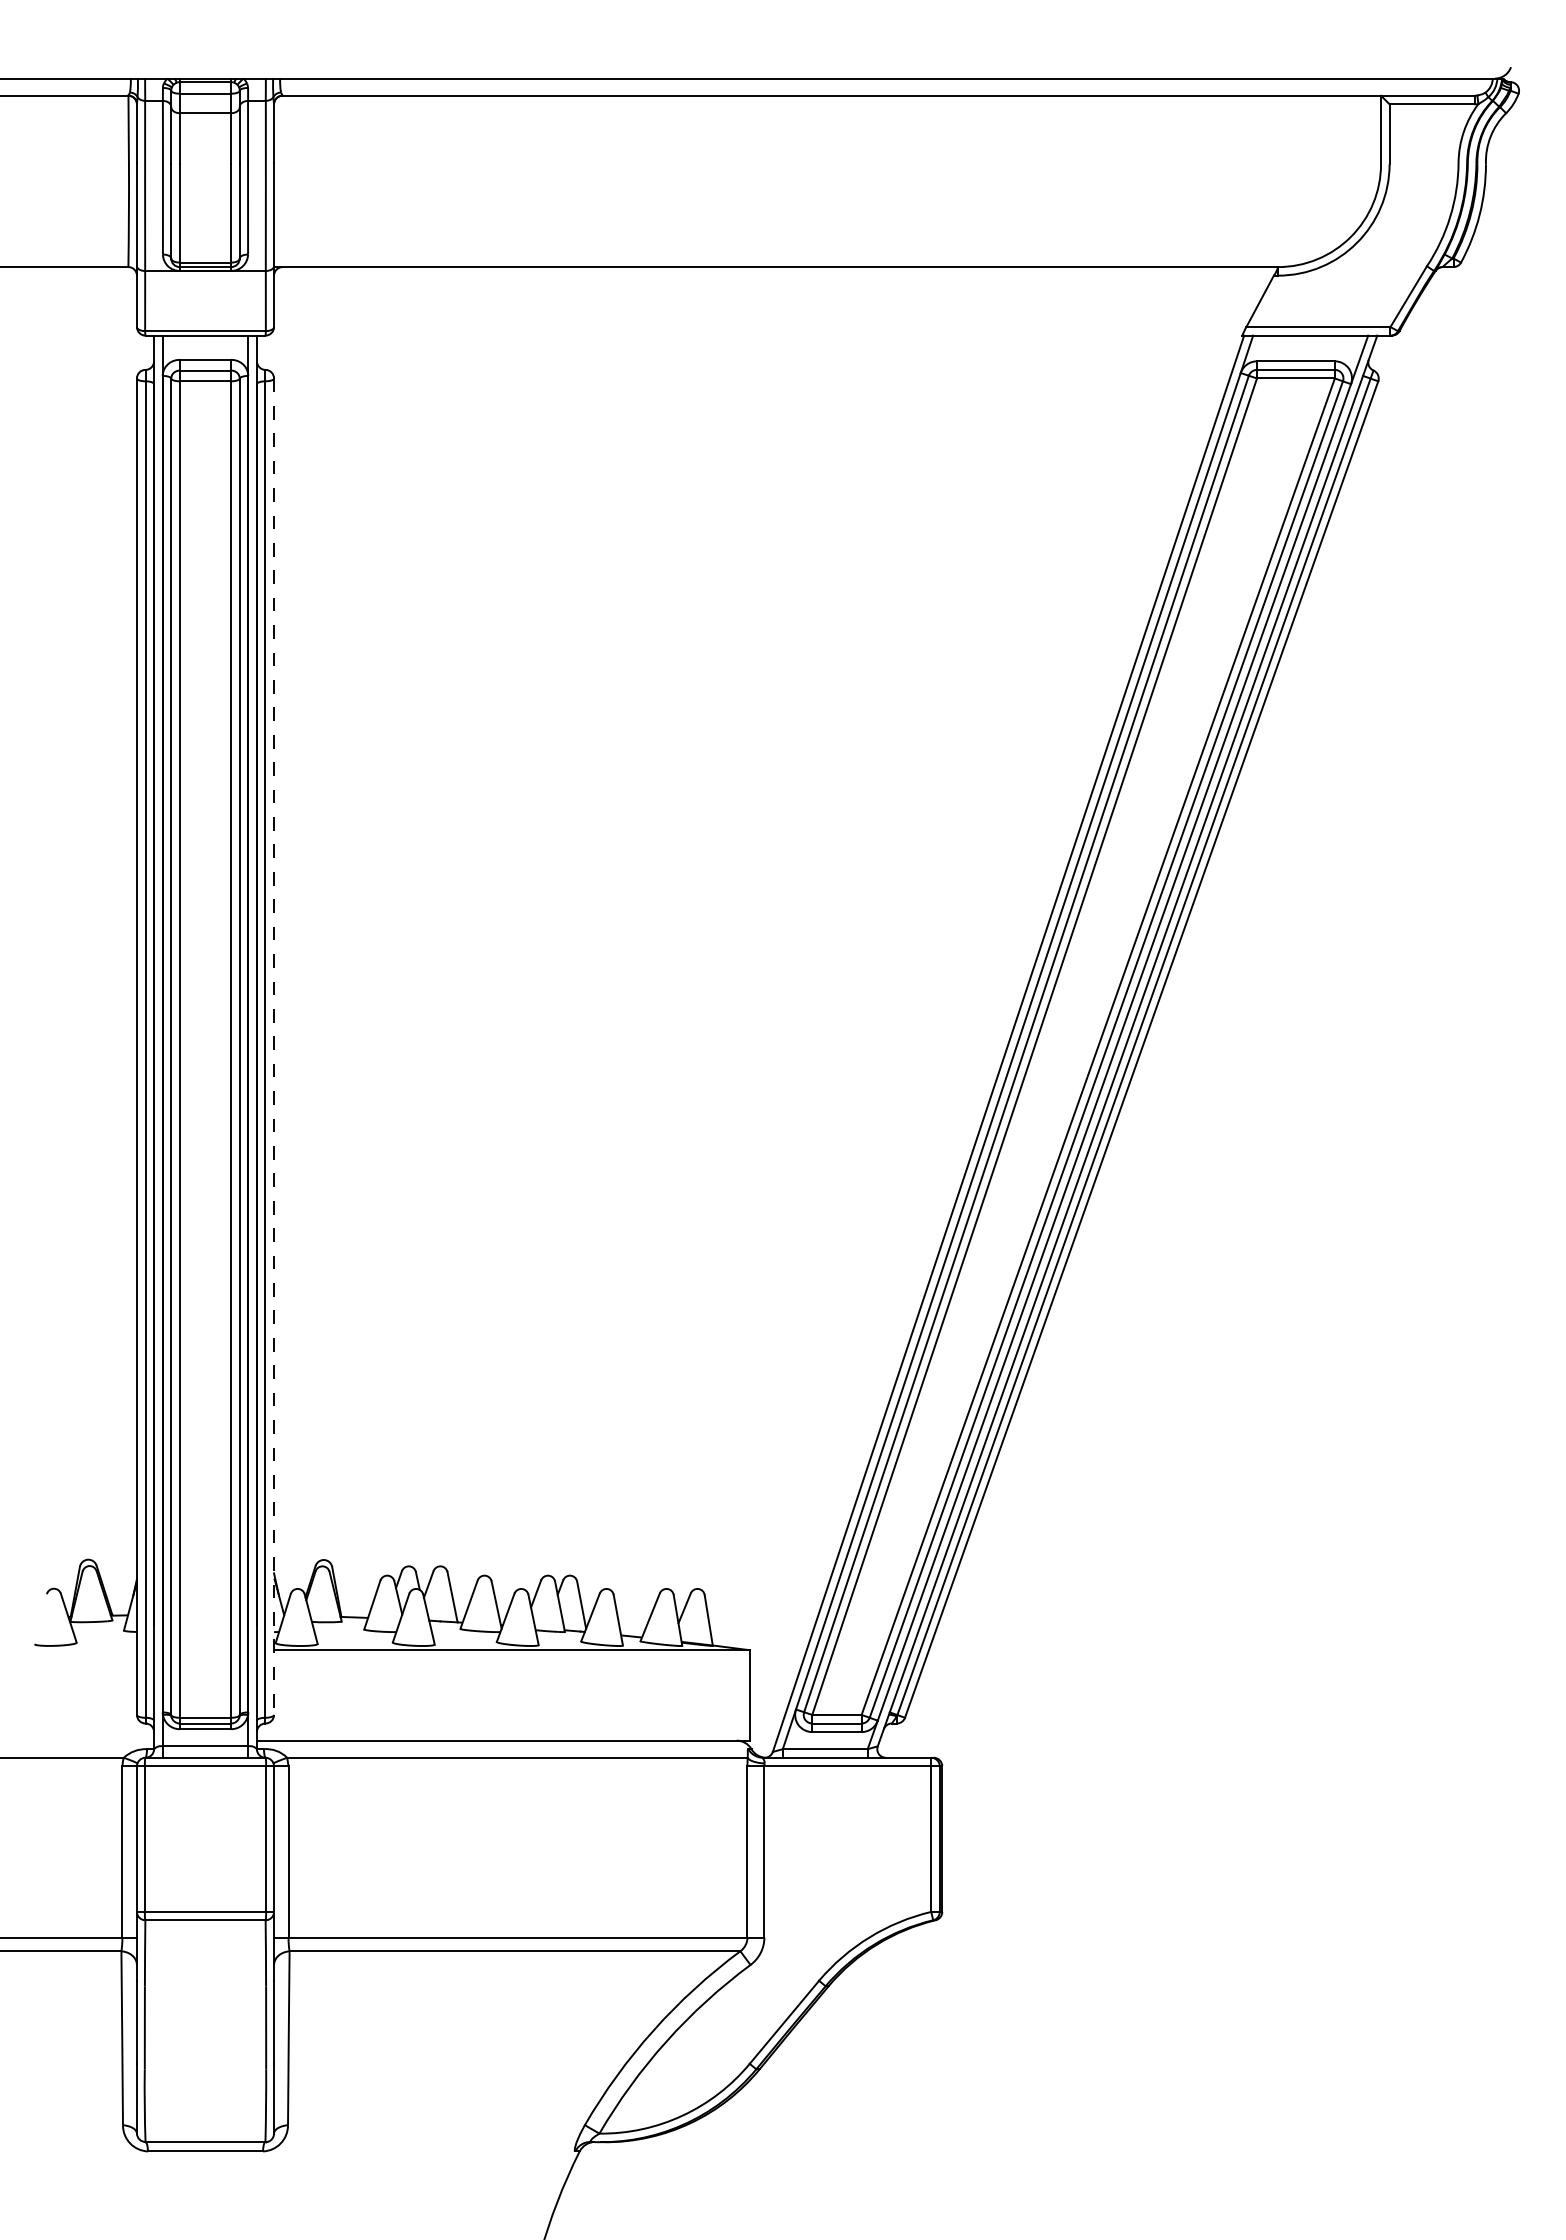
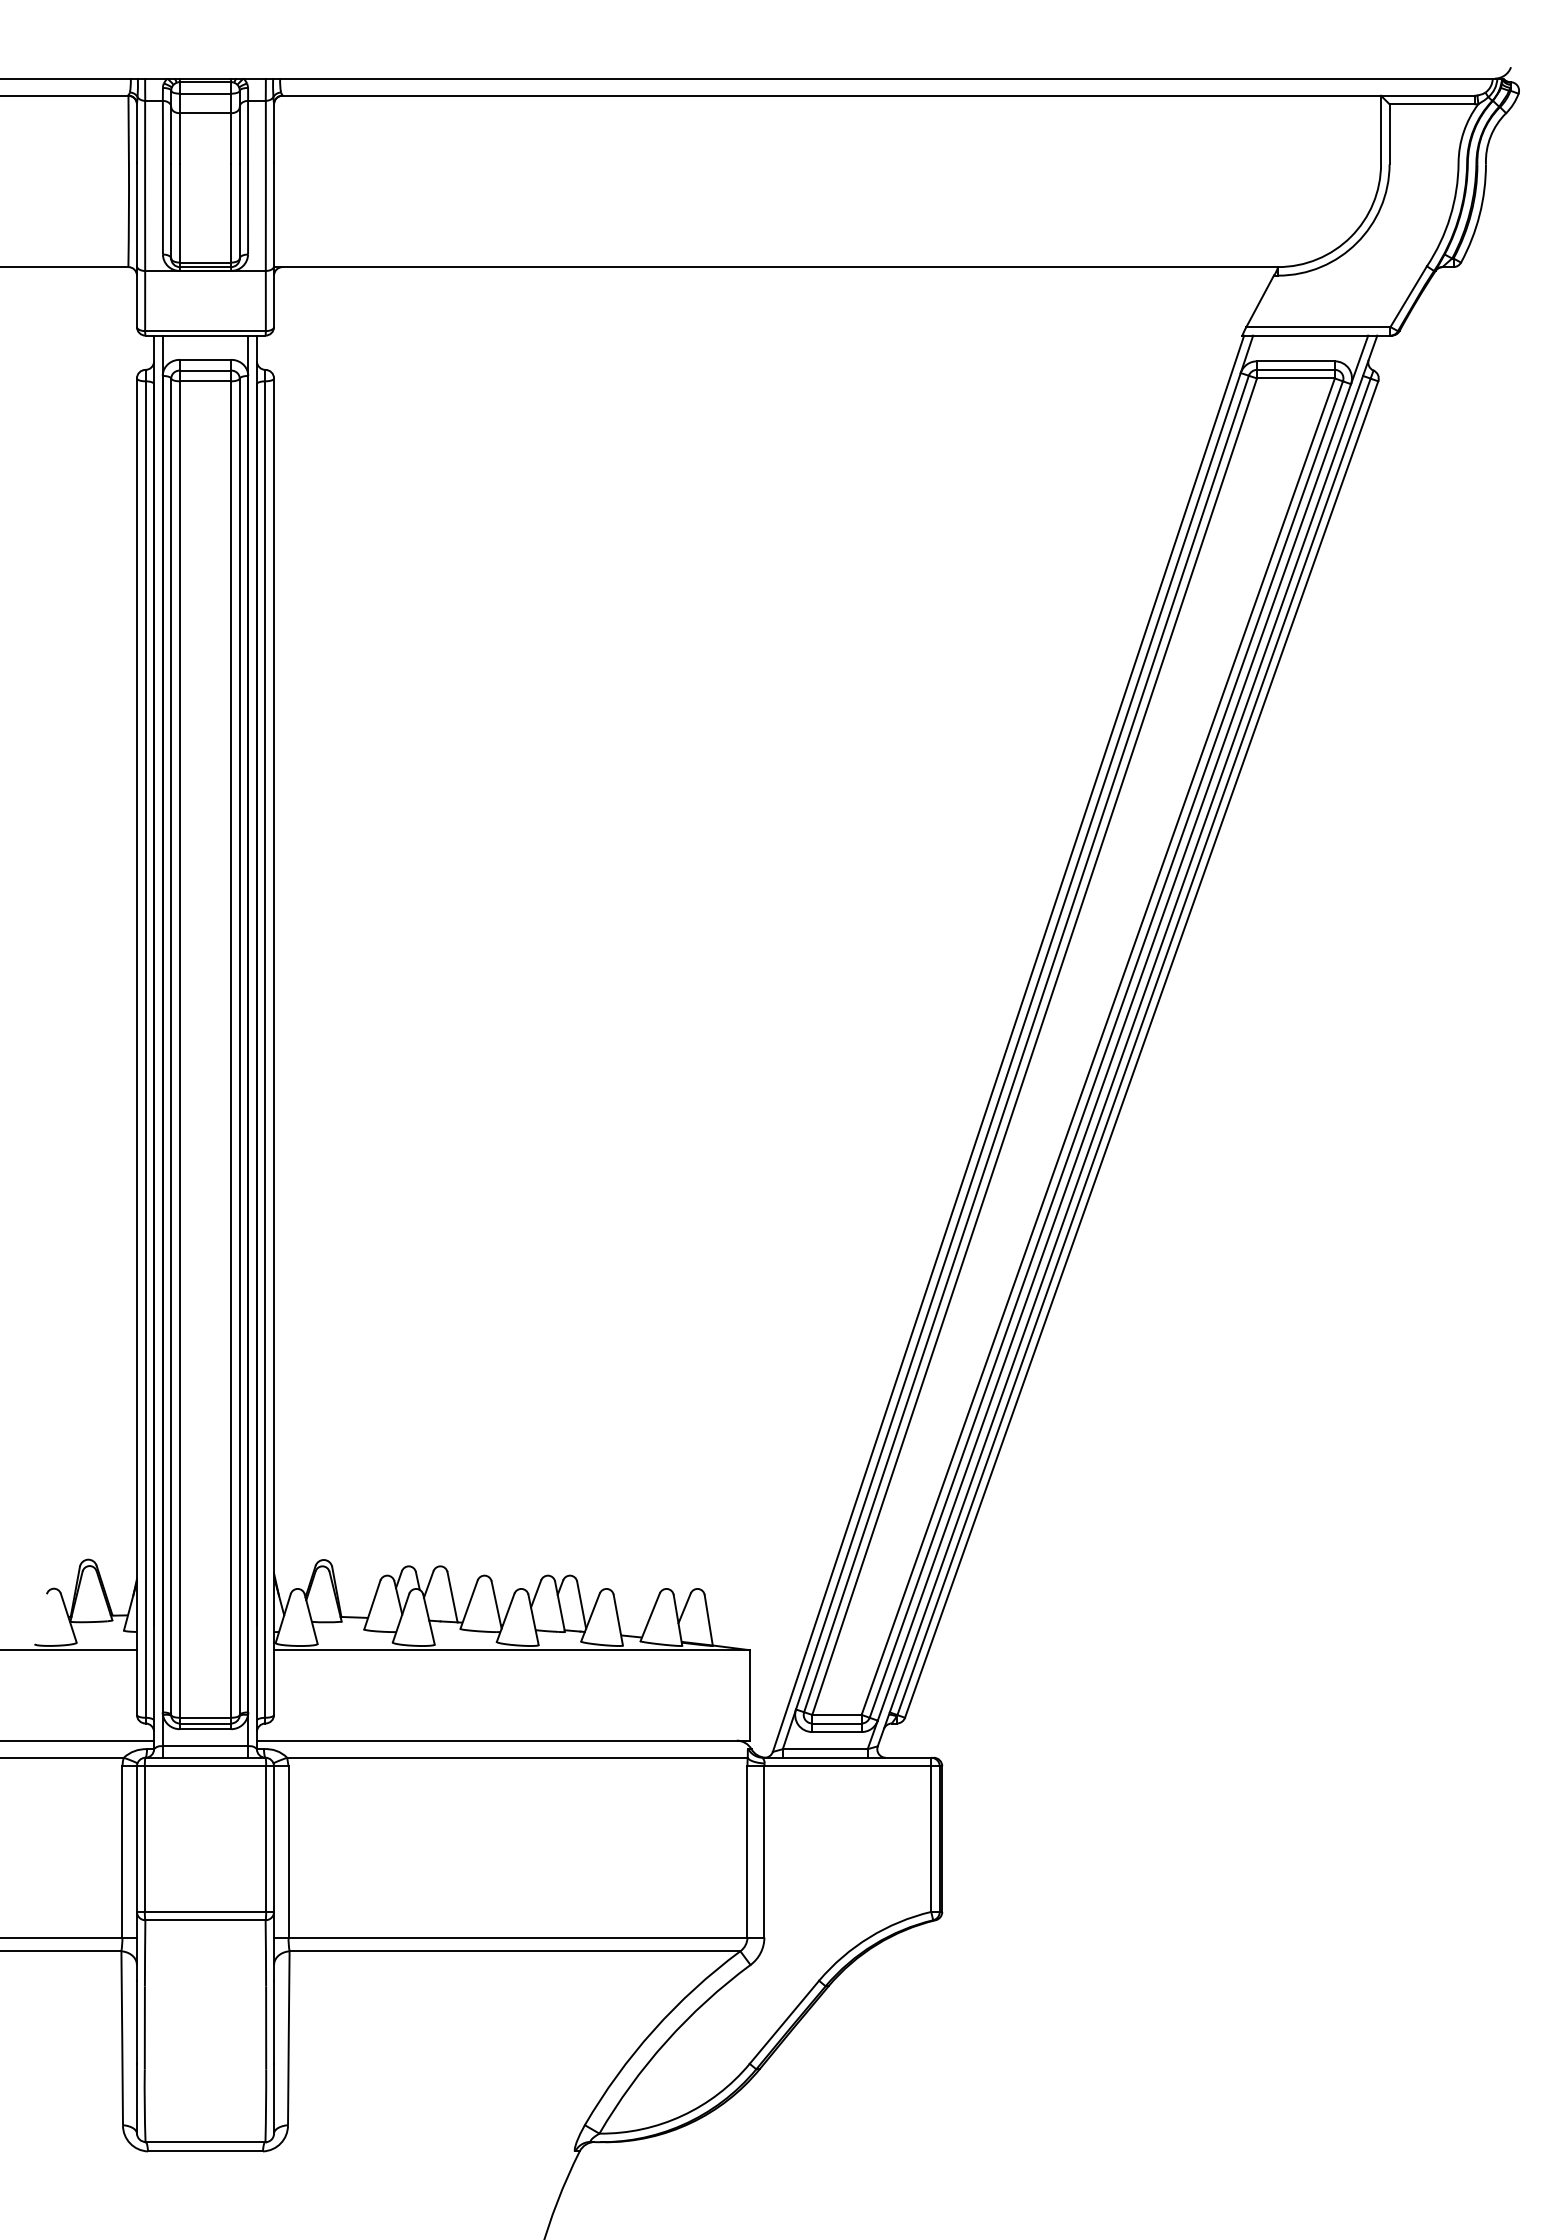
line at (274, 1047): dashed -> solid
line at (69, 1650): none -> present
line at (78, 1740): none -> present
